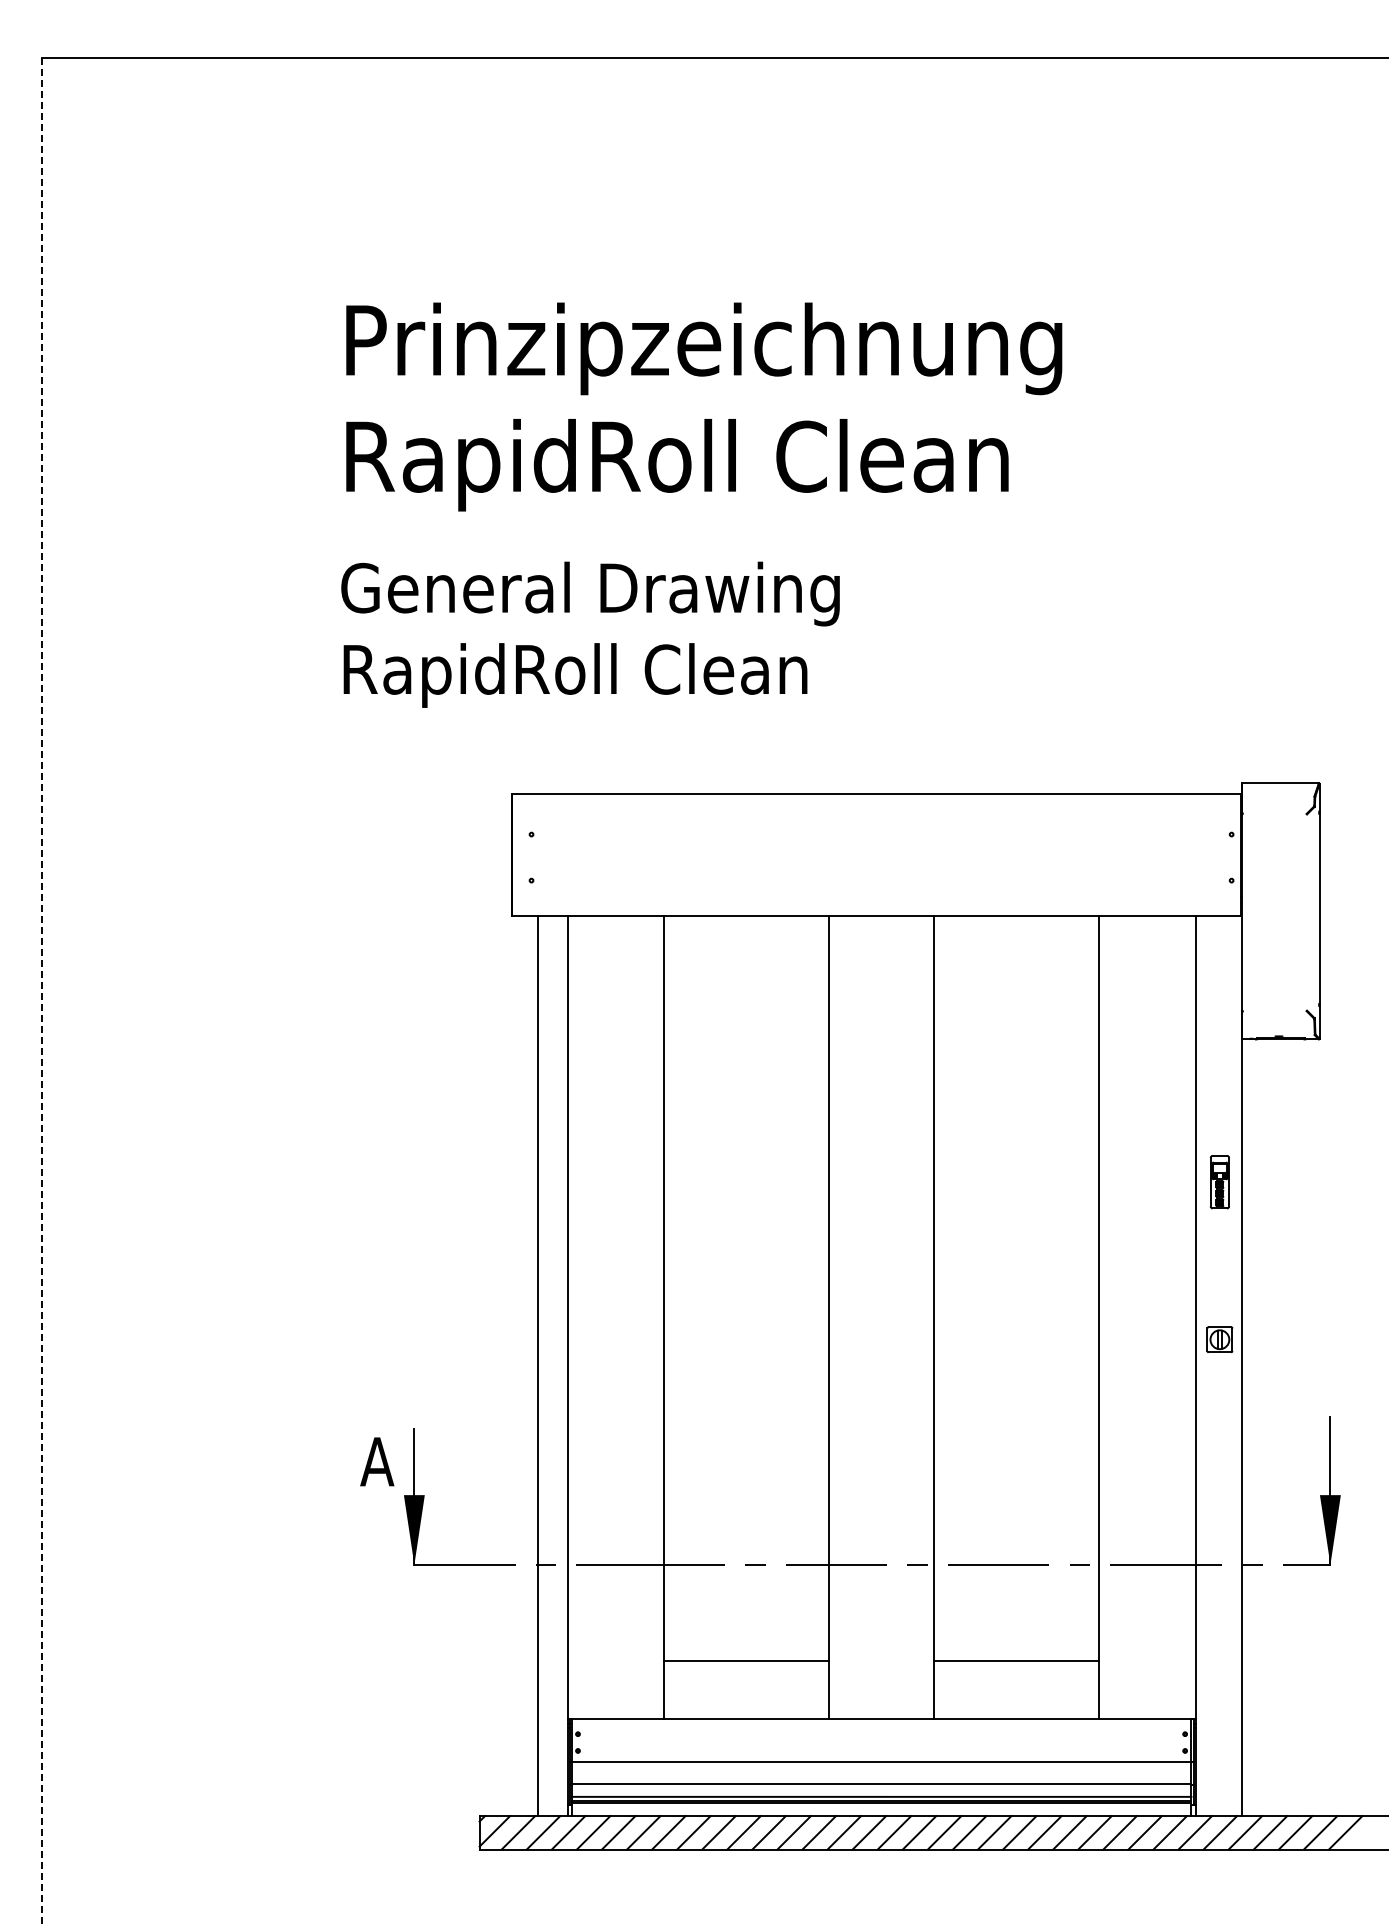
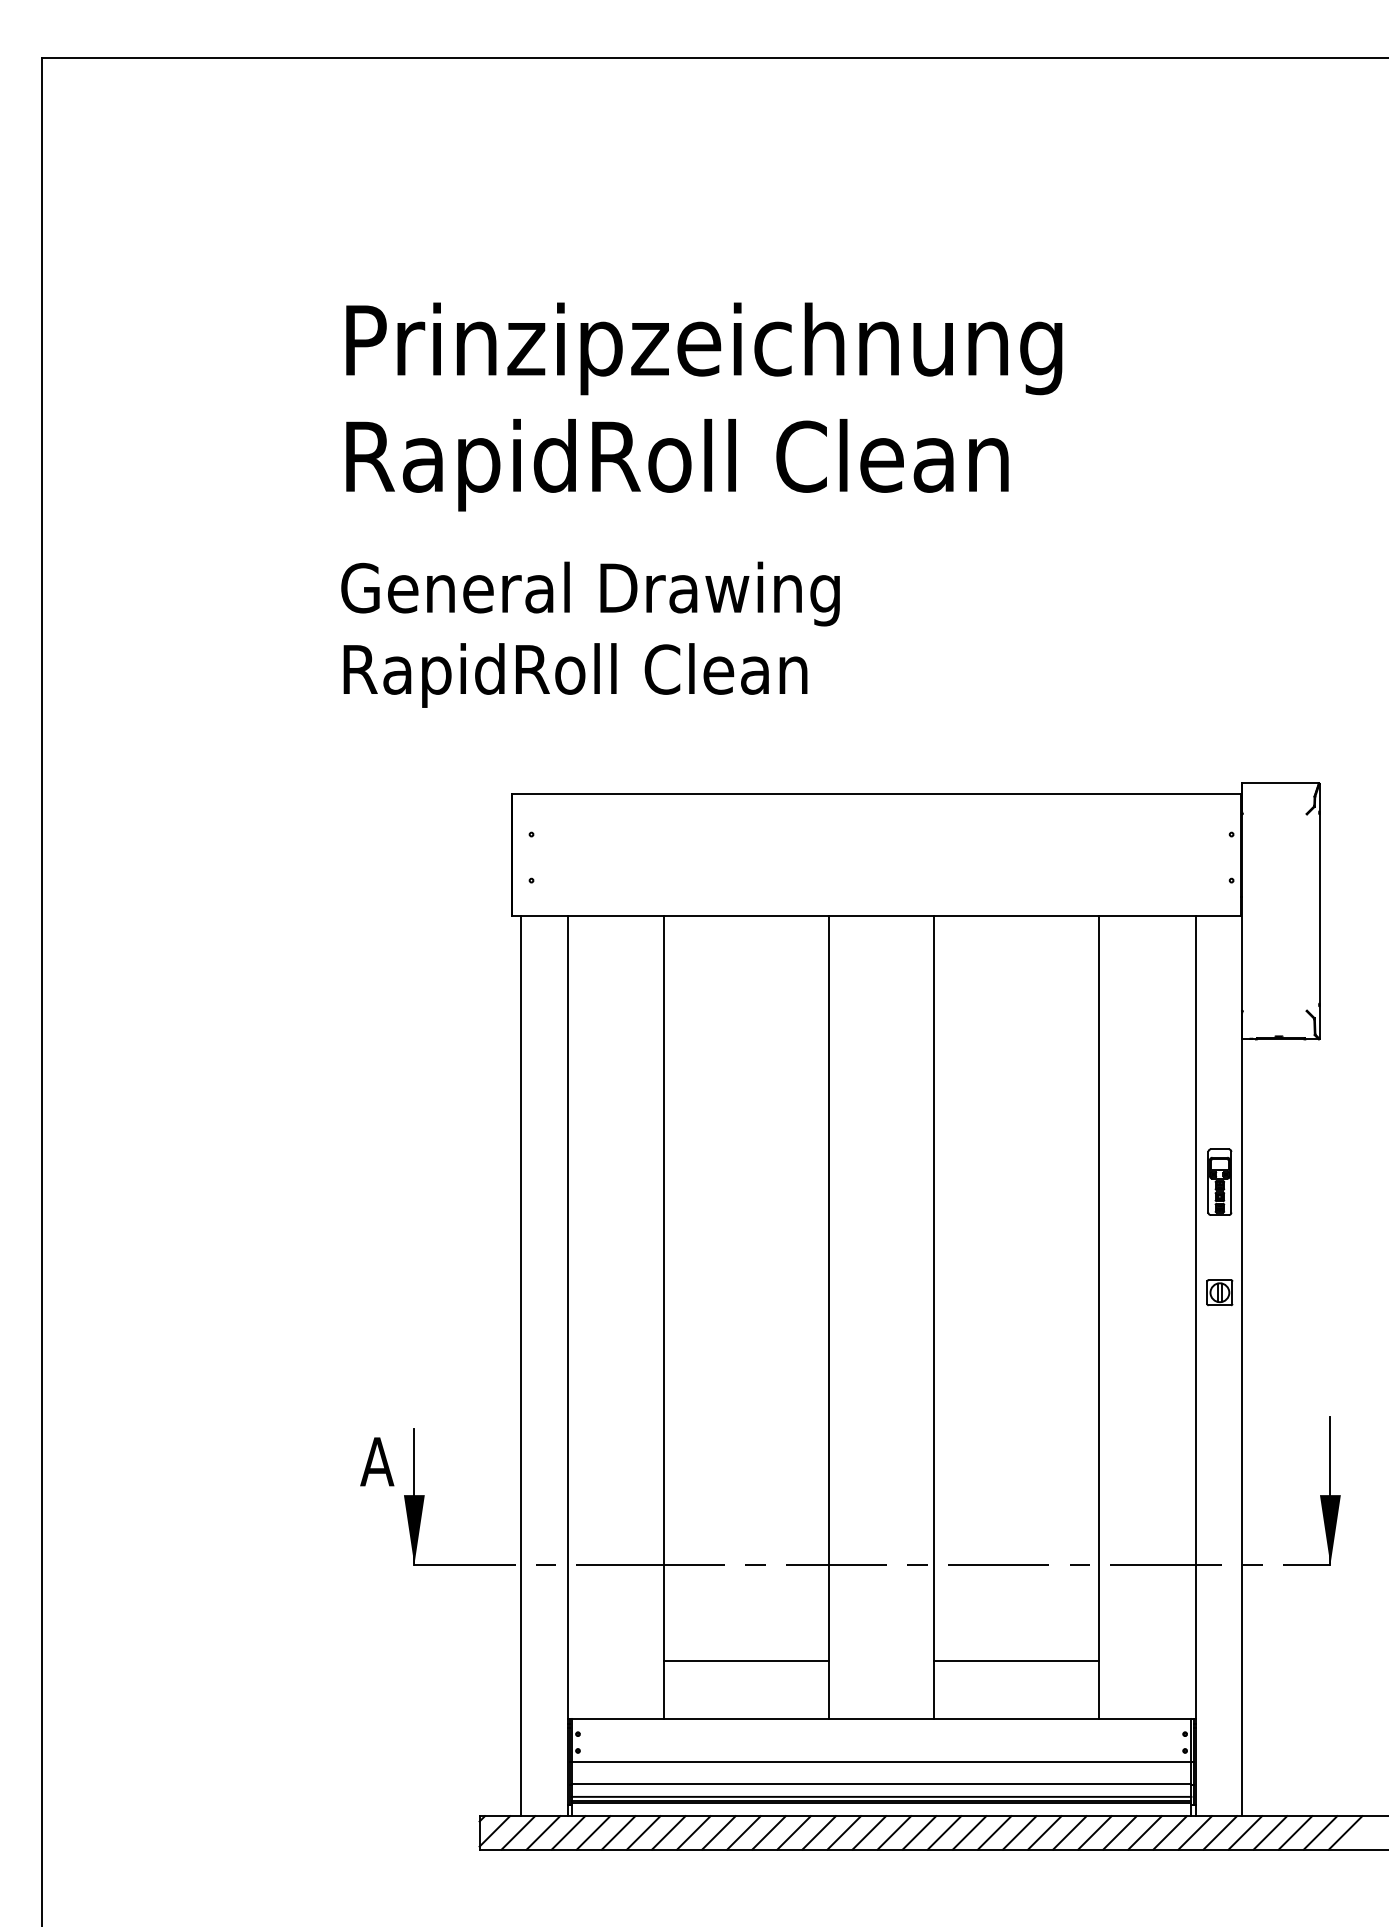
line at (41, 992): dashed -> solid
part at (1219, 1182) size: 21x55 px -> 26x68 px
part at (1219, 1339) position: (1219, 1339) -> (1219, 1292)
line at (538, 1365) position: (538, 1365) -> (521, 1365)
